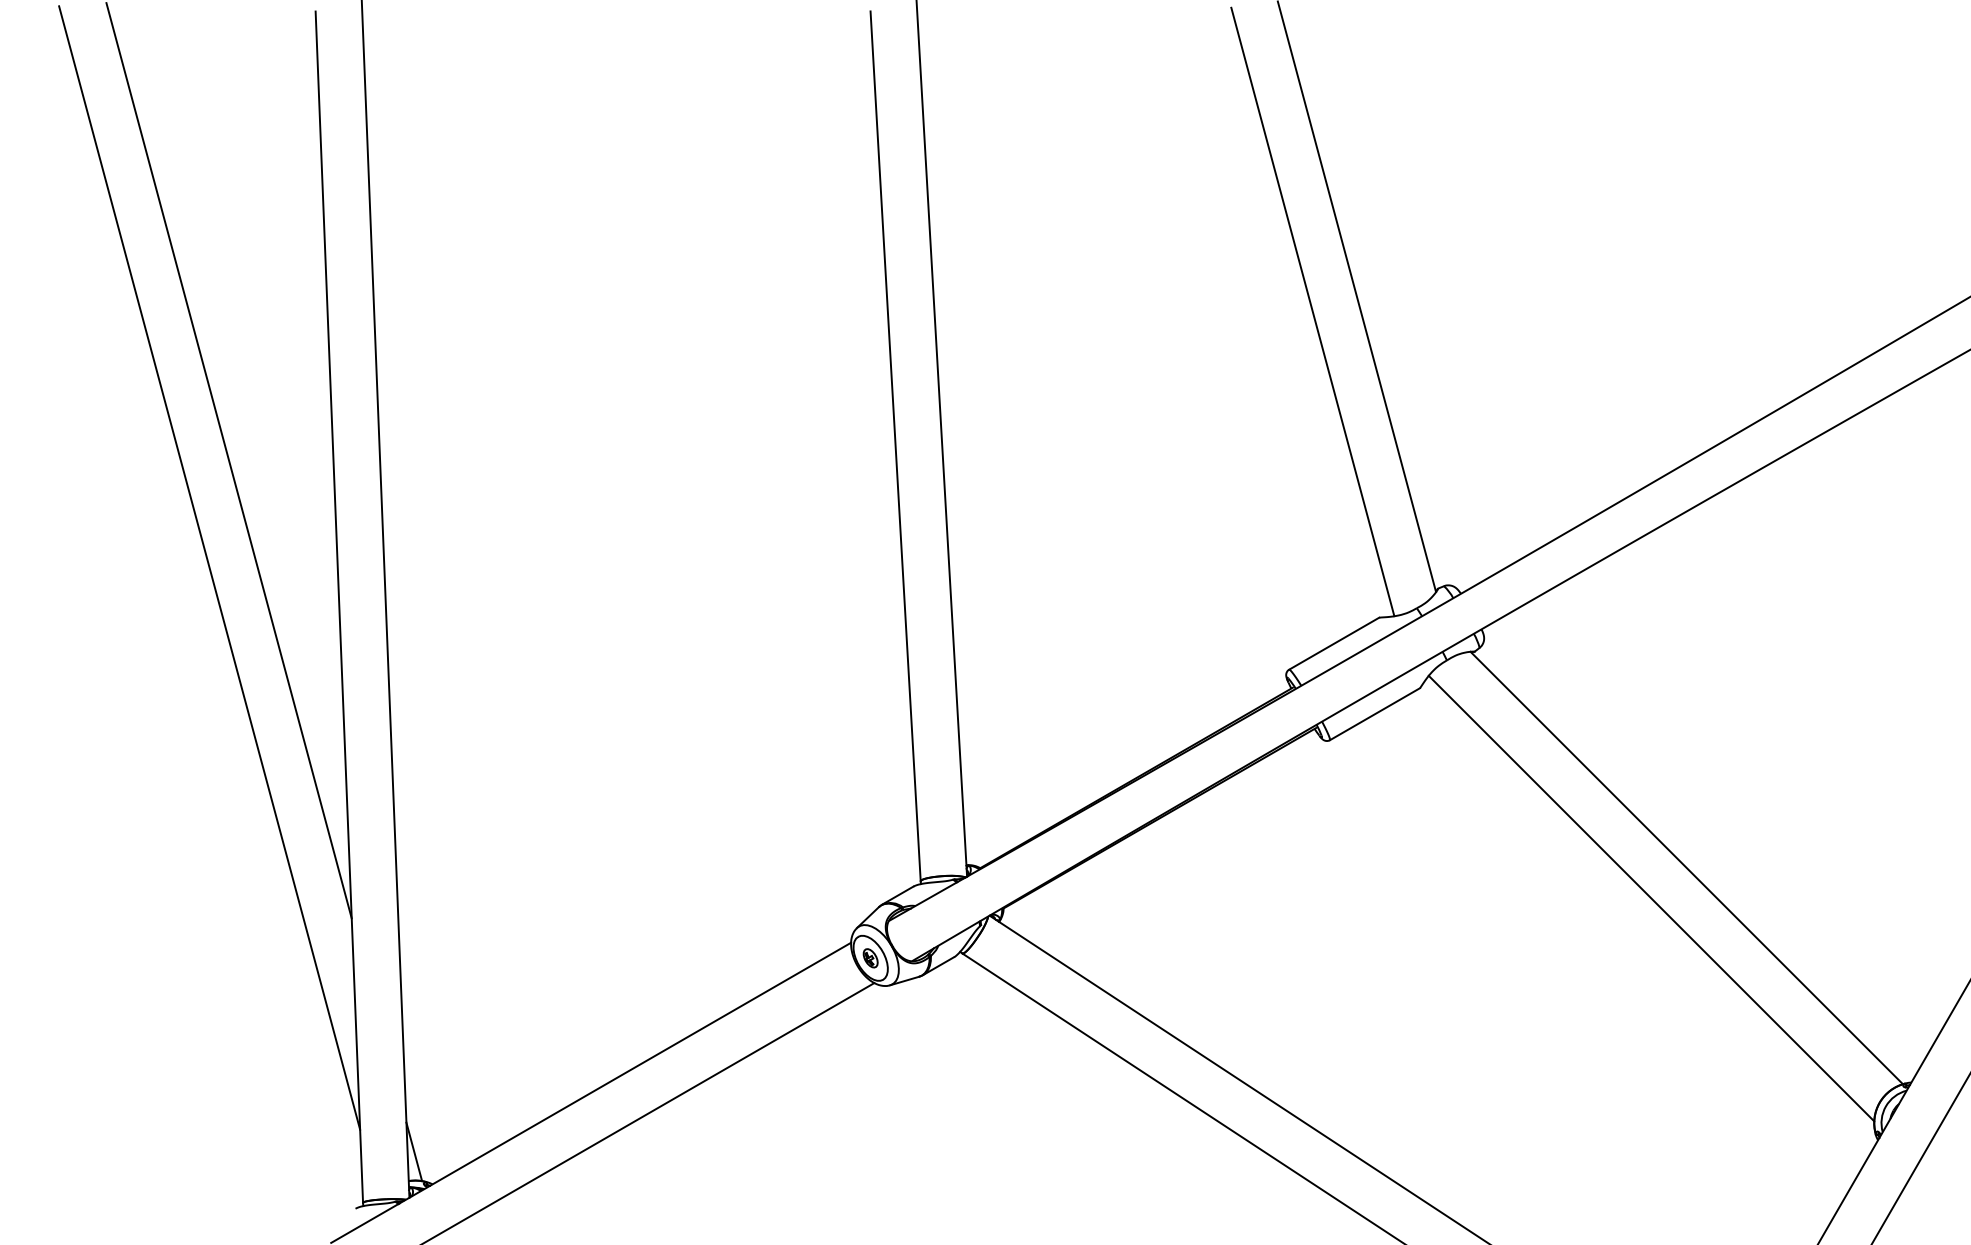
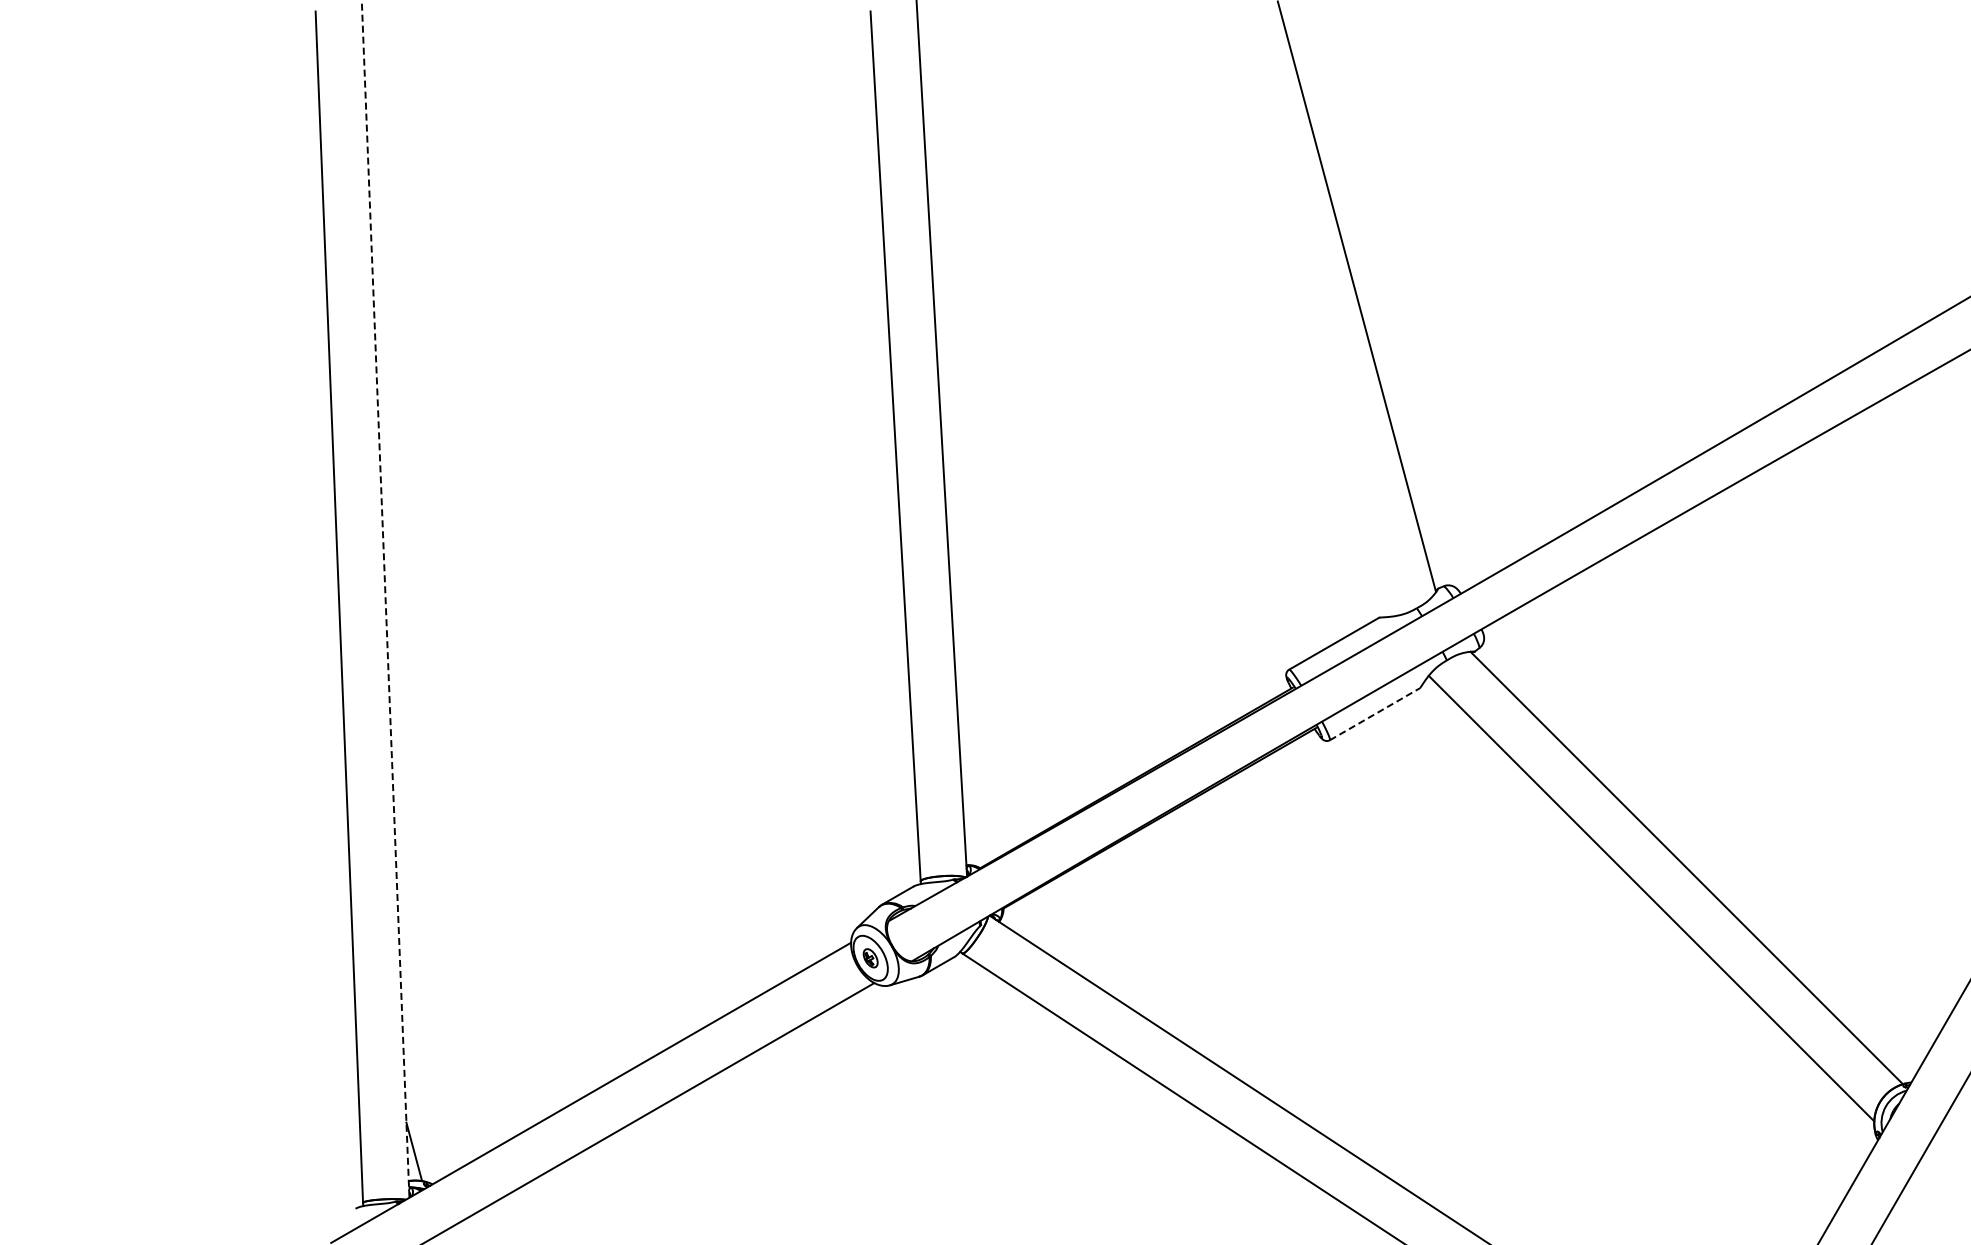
line at (1312, 311): present -> none
line at (228, 460): present -> none
line at (209, 567): present -> none
line at (385, 598): solid -> dashed
line at (1374, 714): solid -> dashed
